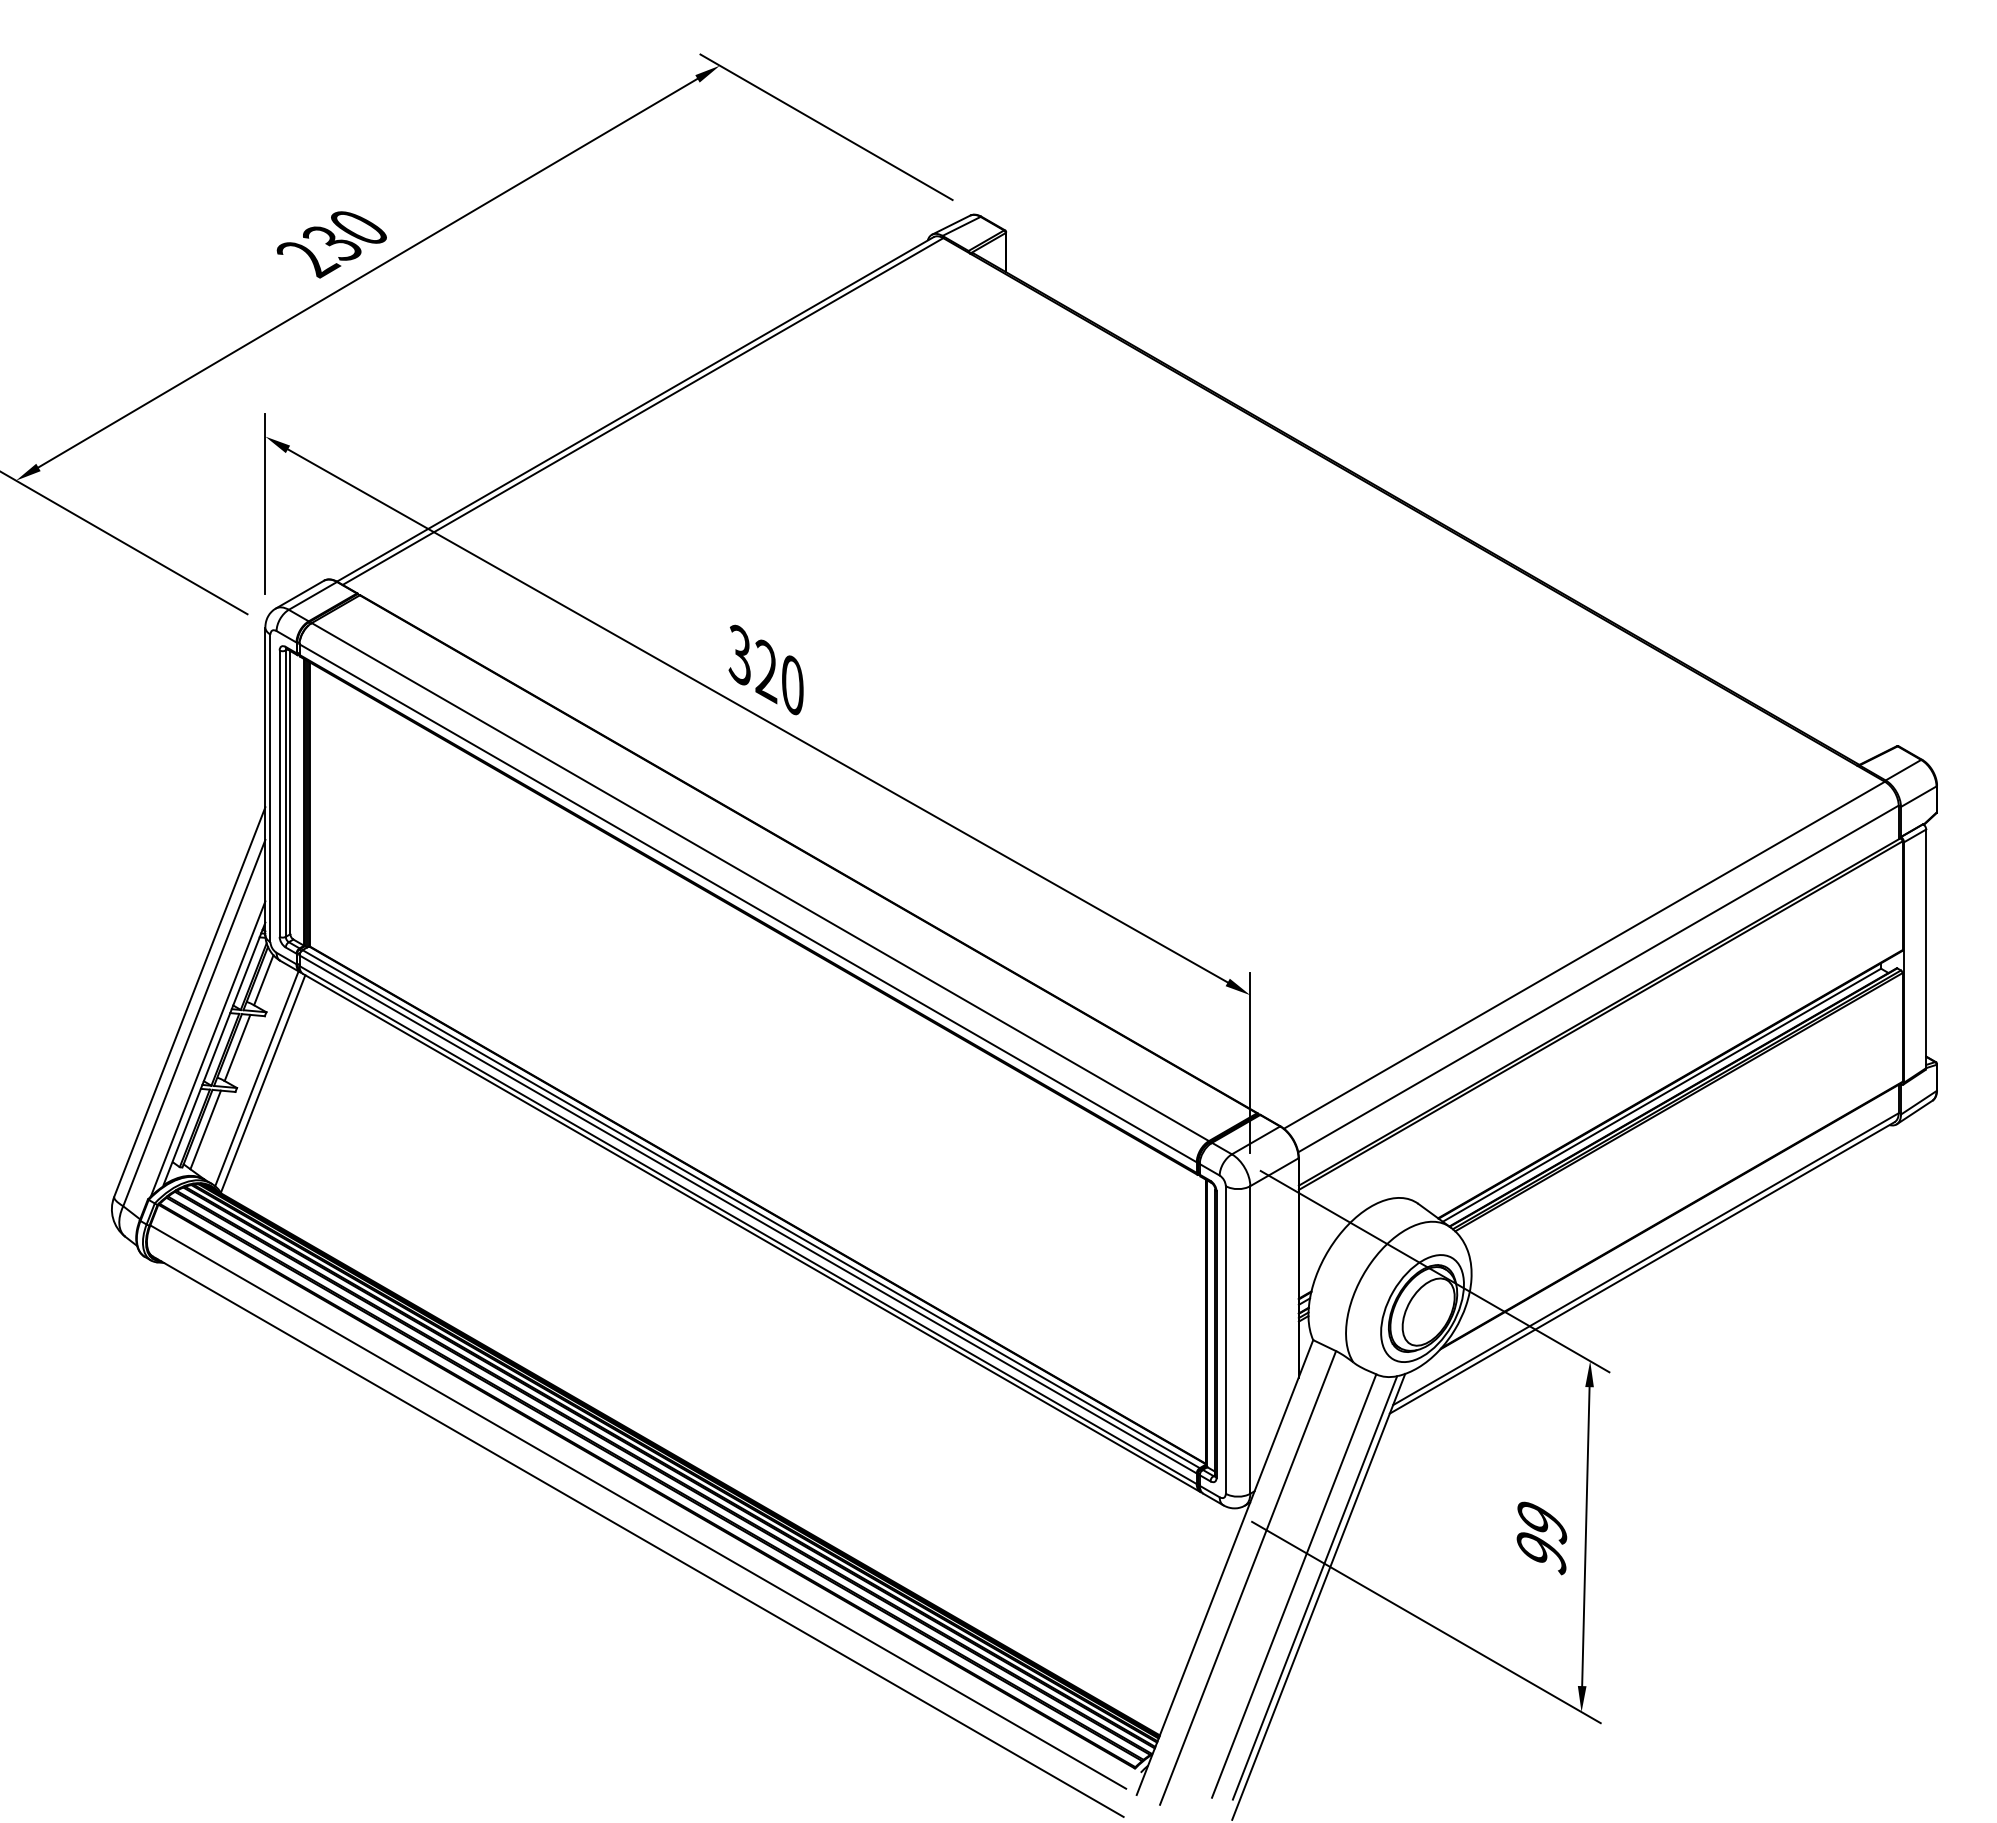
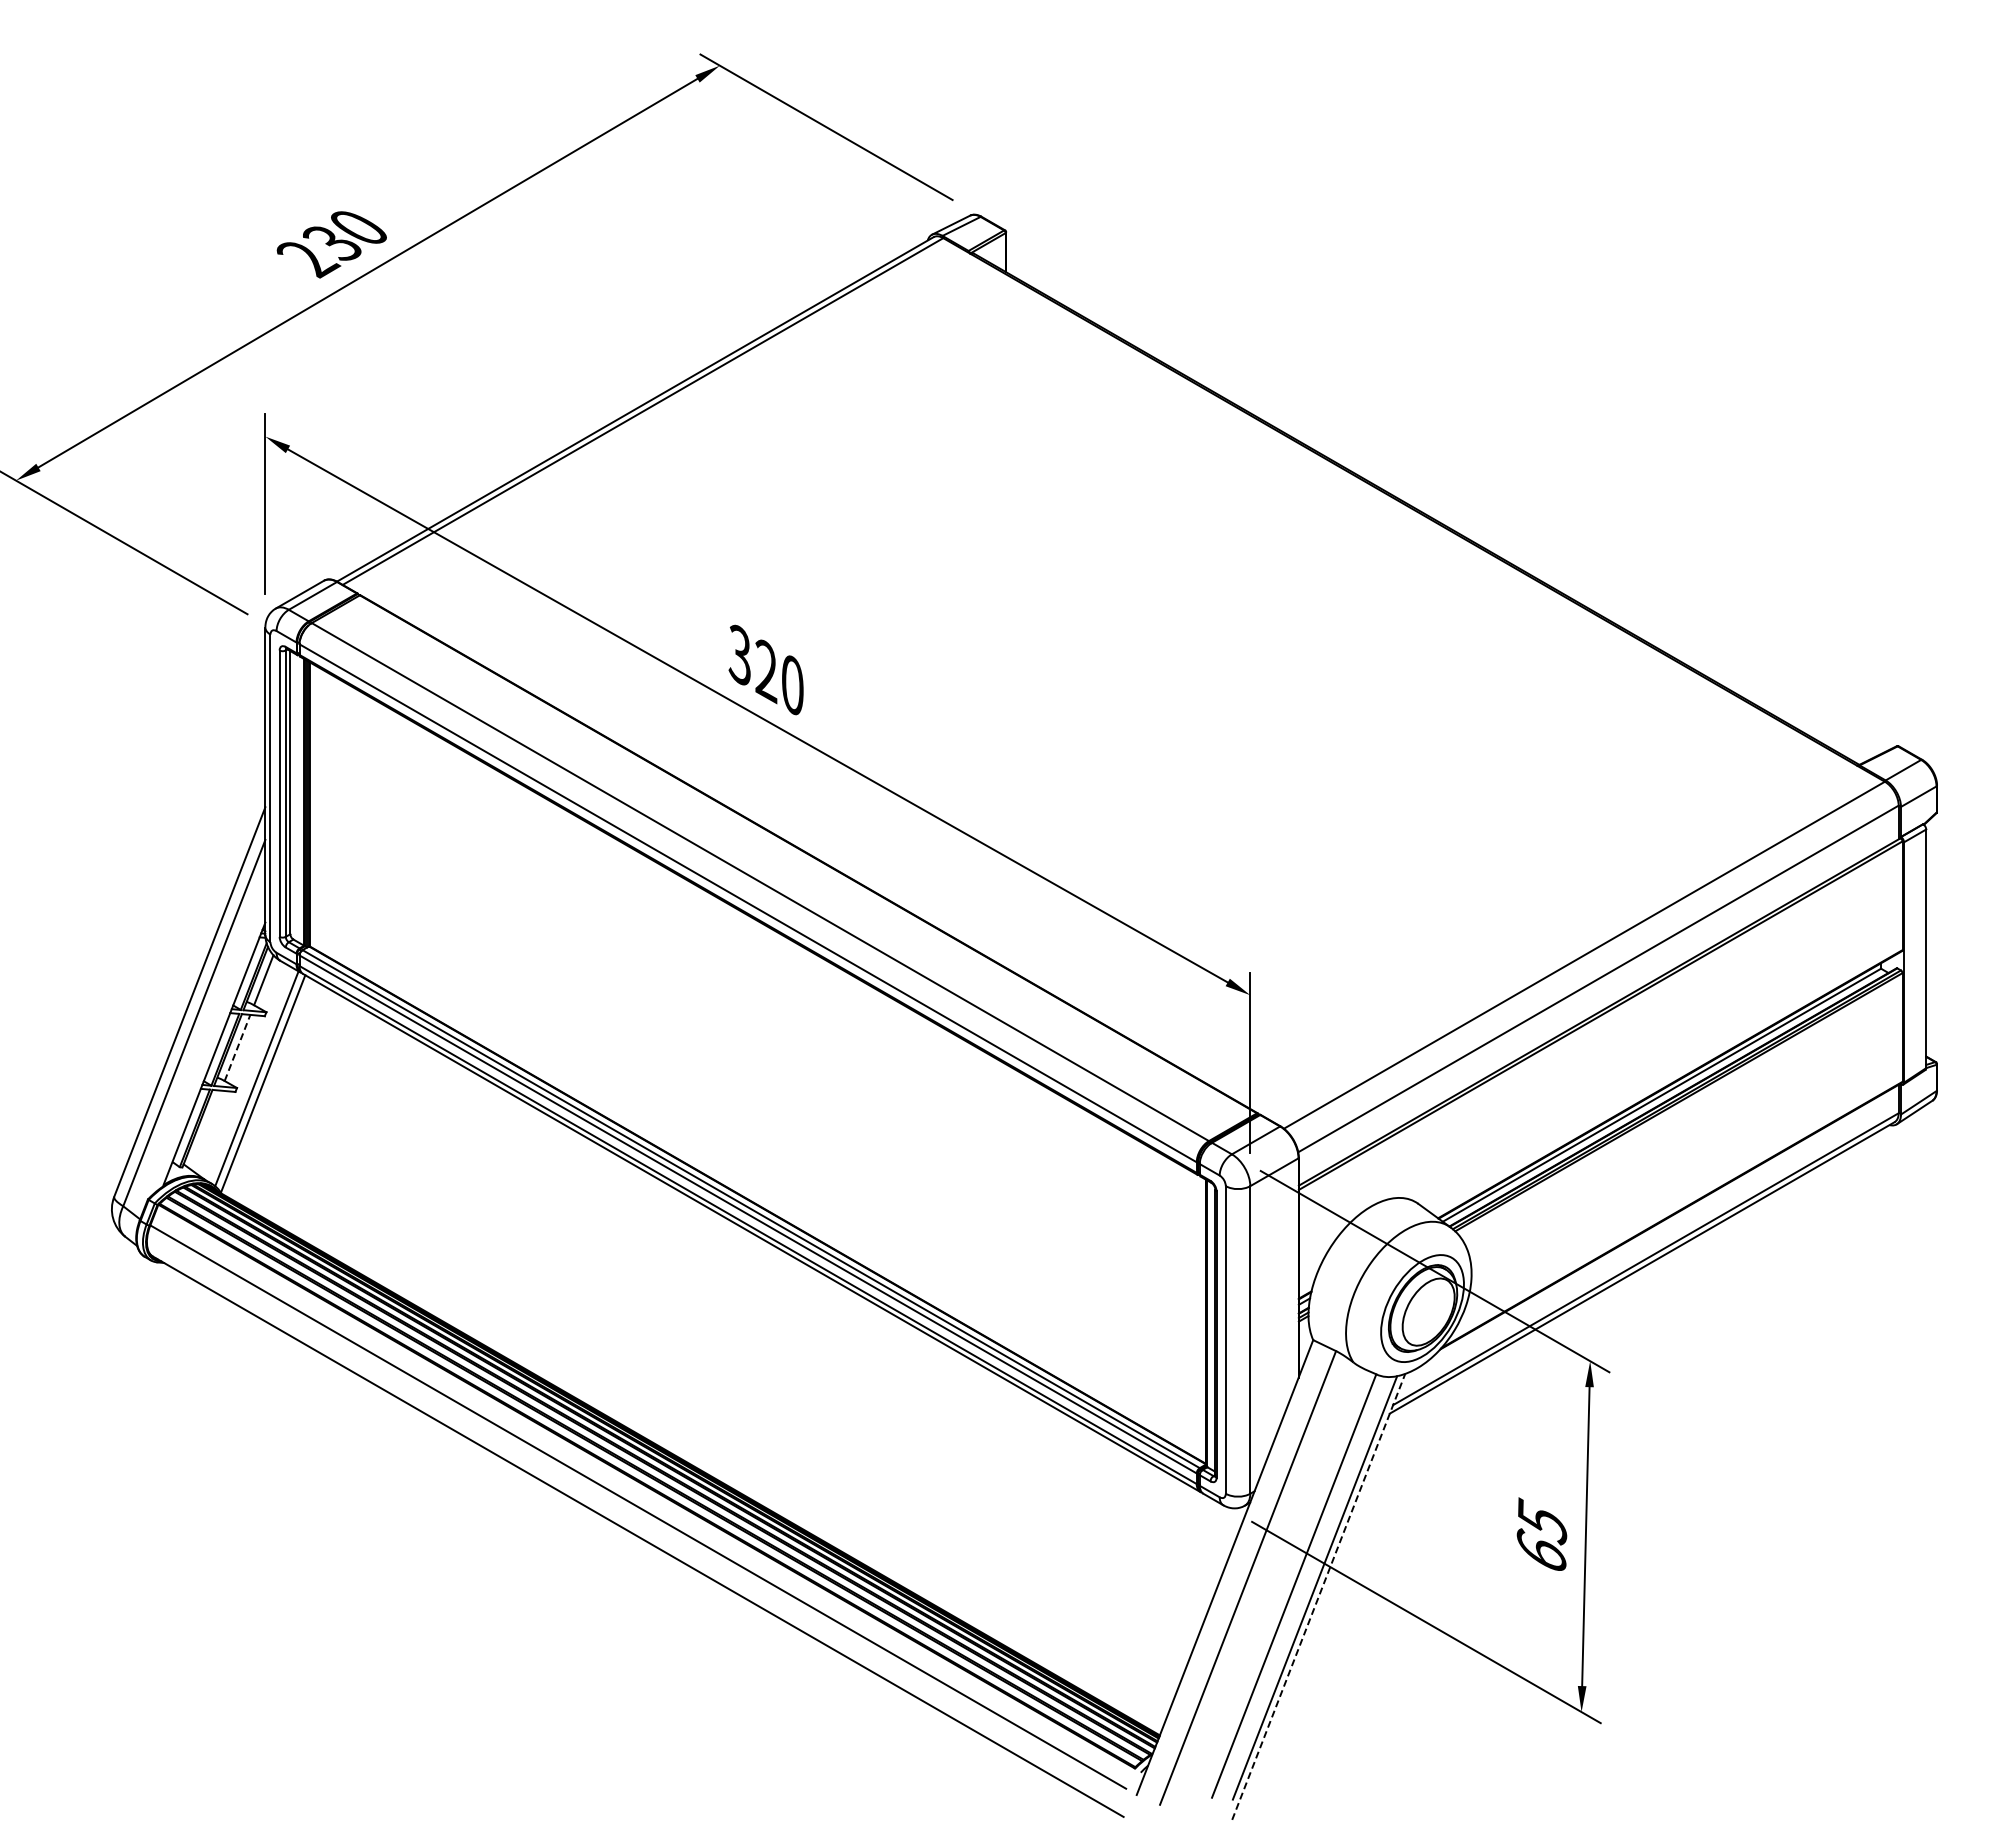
line at (237, 1047): solid -> dashed
line at (207, 1048): present -> none
line at (205, 1129): present -> none
text at (1541, 1536): 99 -> 65
line at (1318, 1596): solid -> dashed
